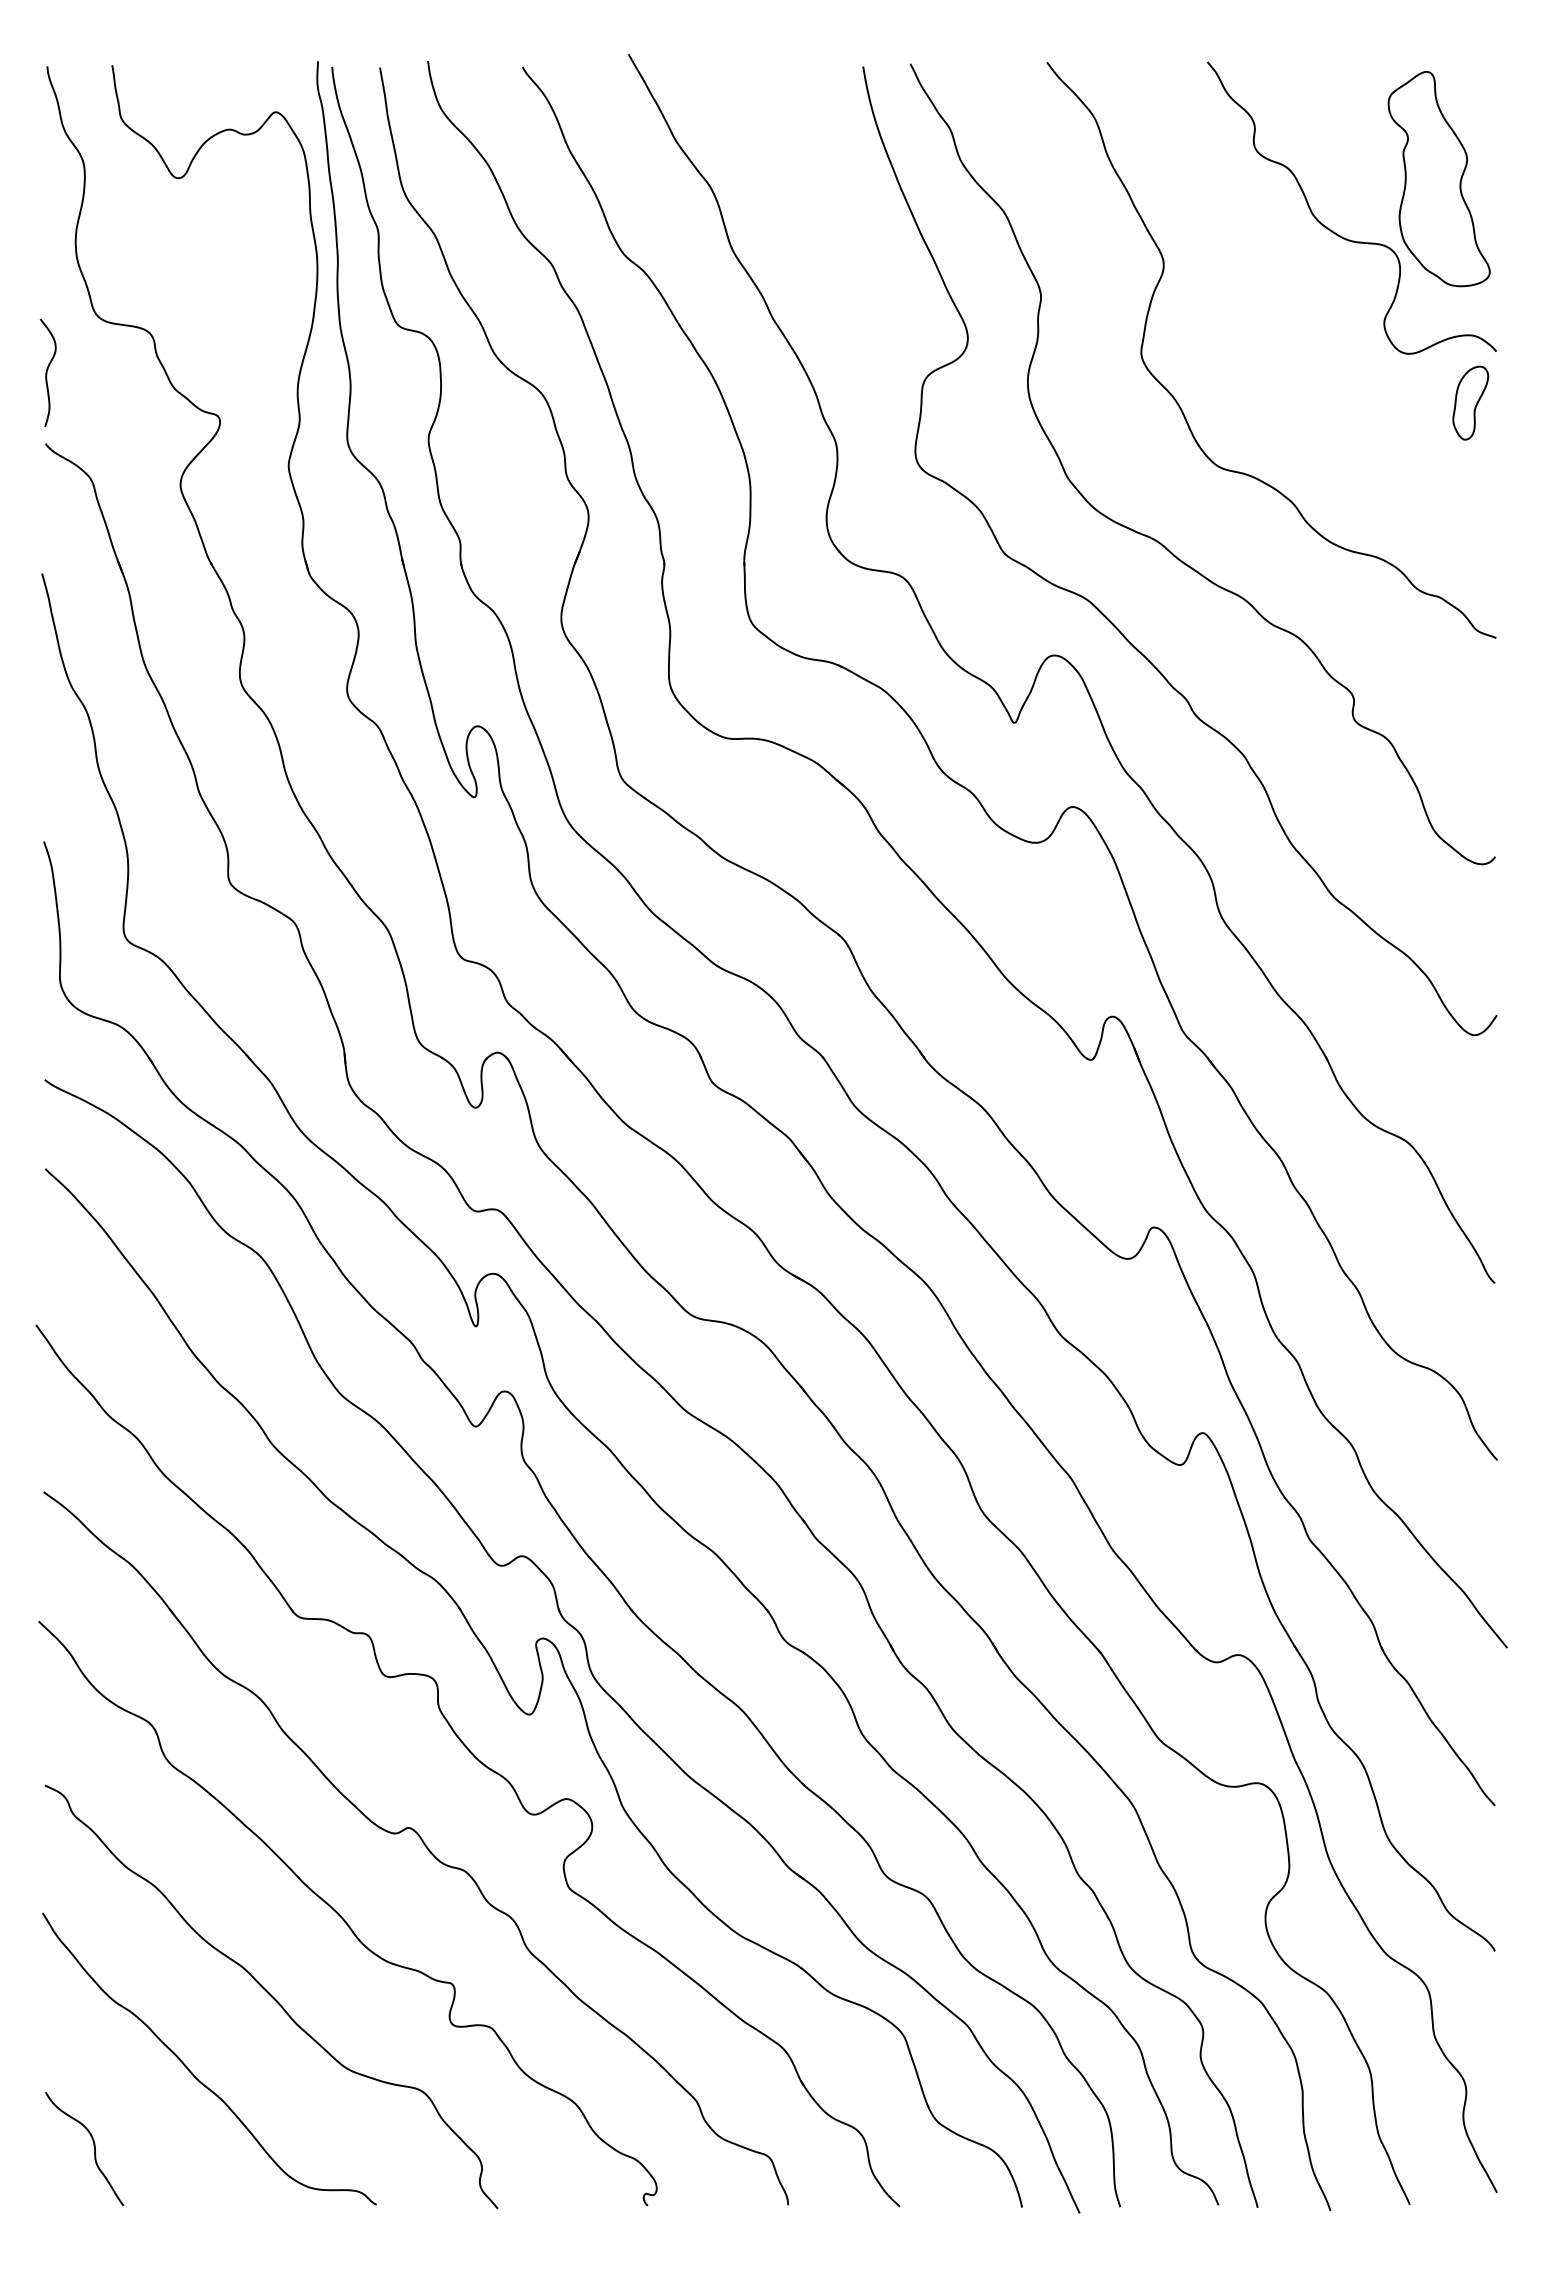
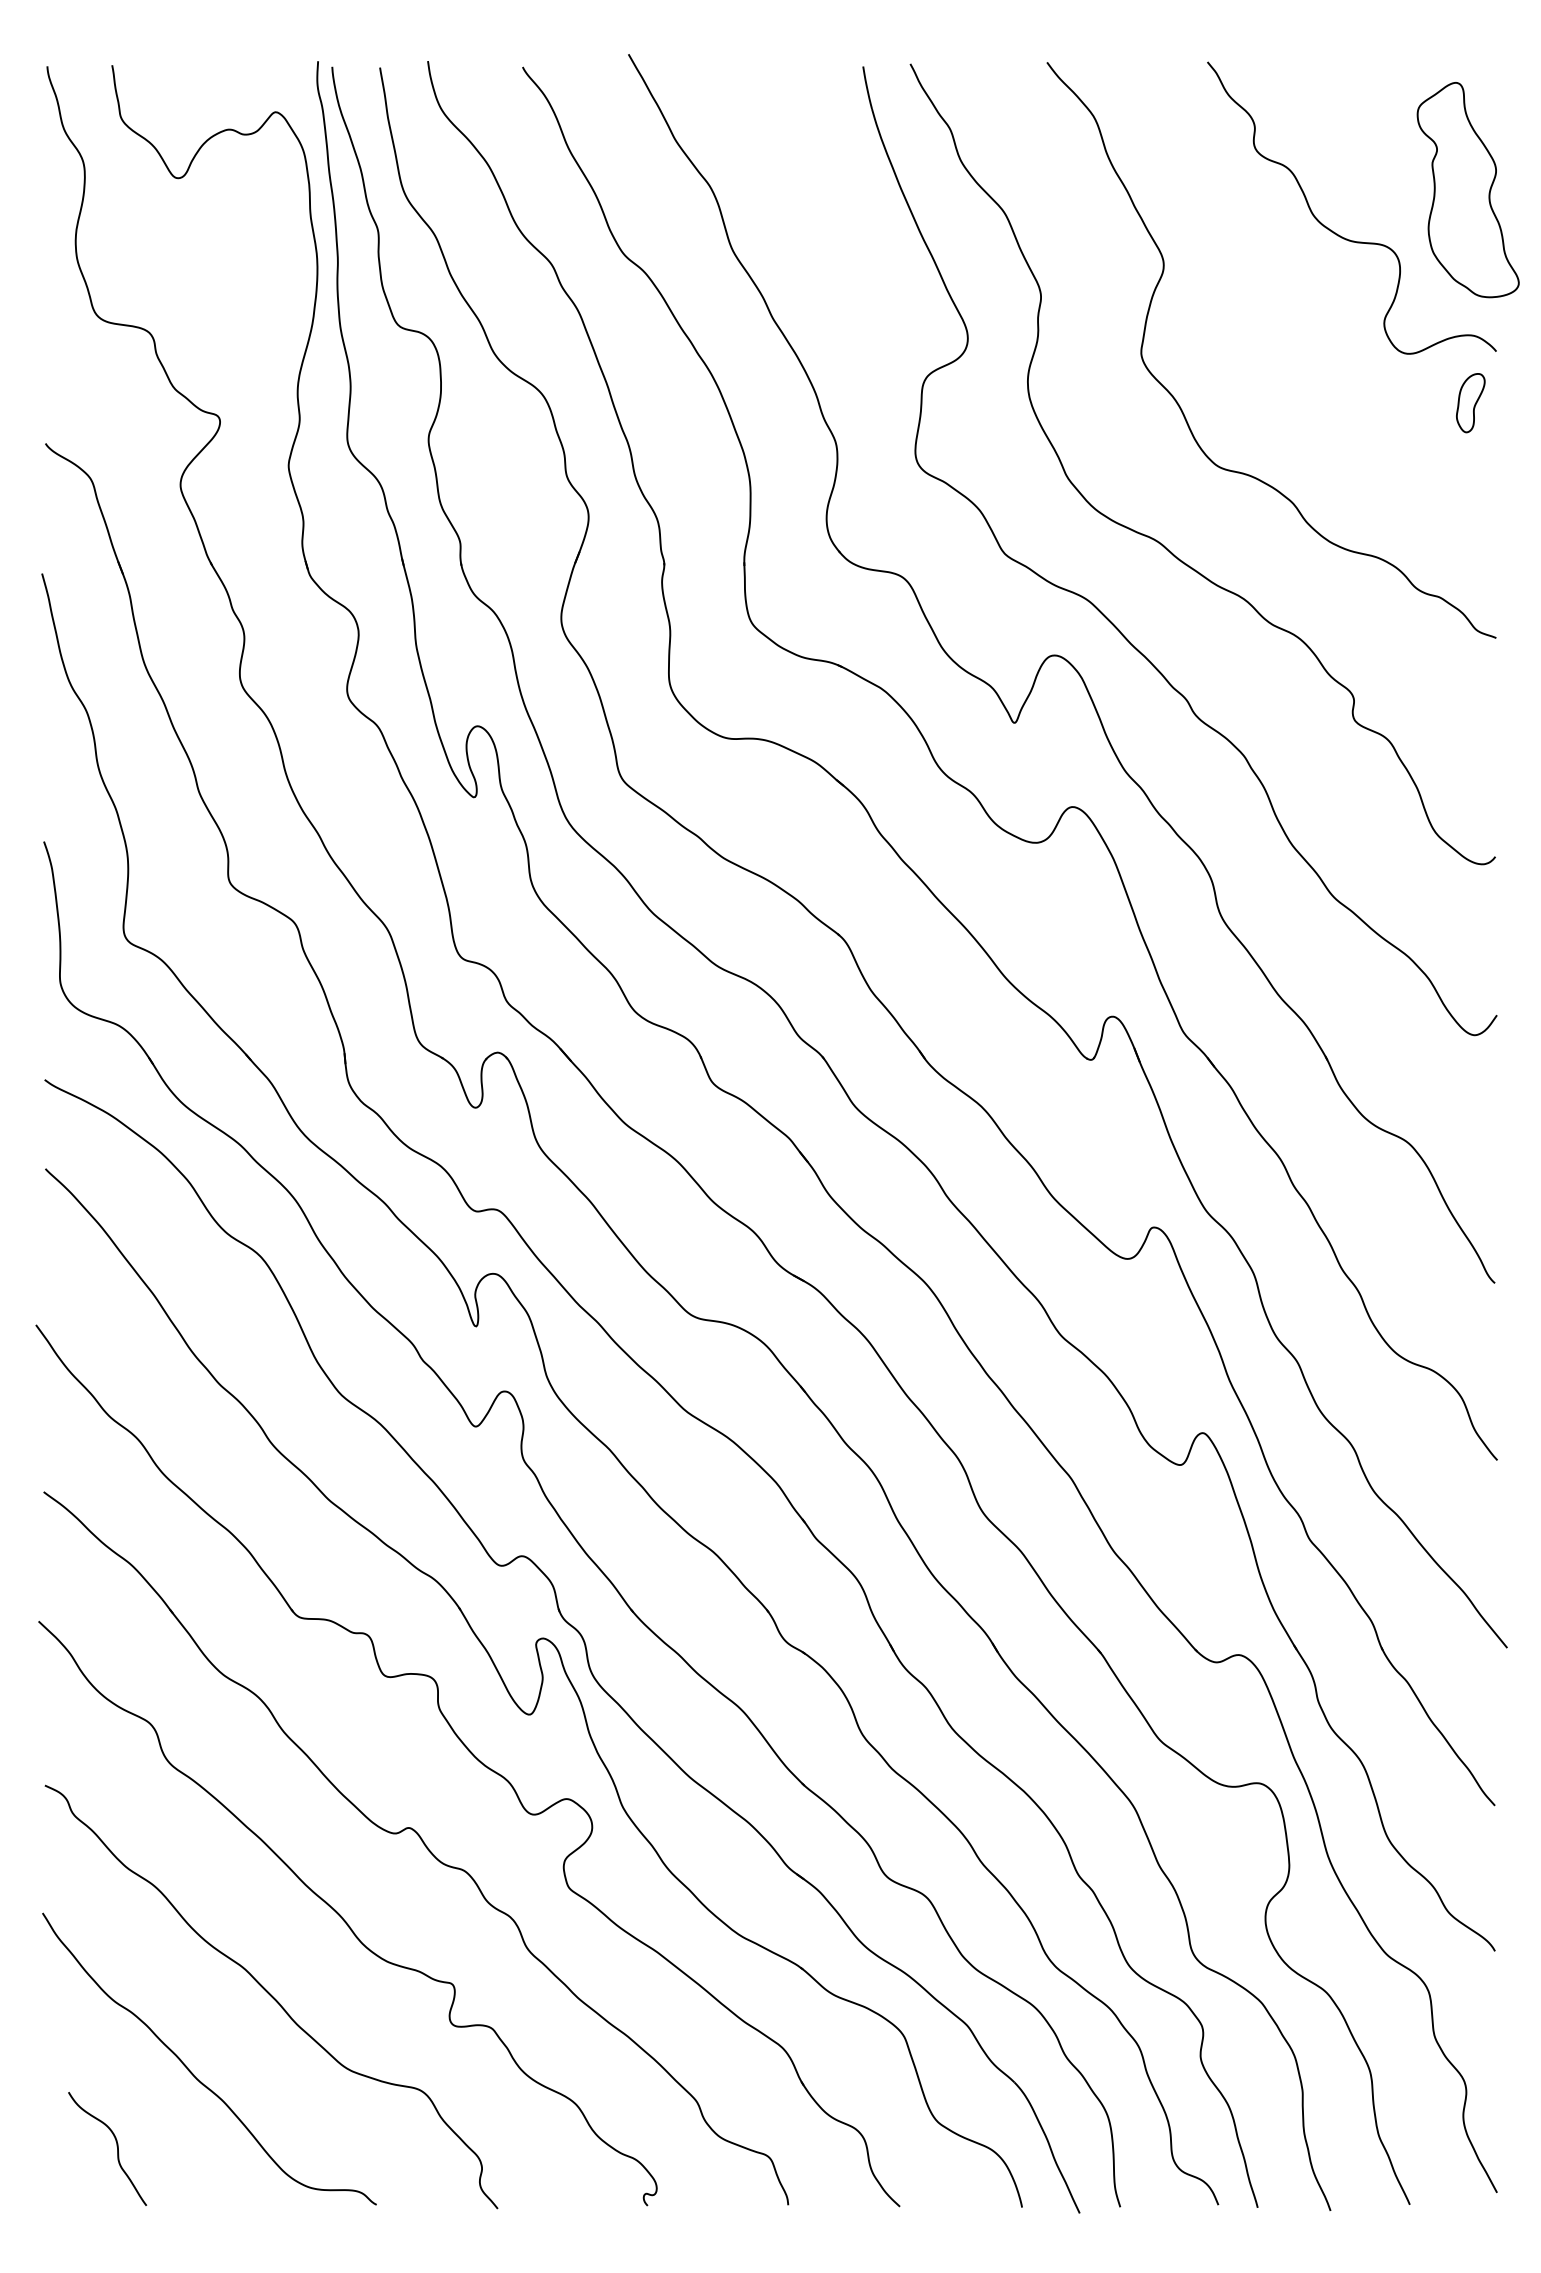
part at (1438, 179) position: (1438, 179) -> (1467, 190)
curve at (47, 372): present -> none
part at (1470, 402) size: 38x76 px -> 30x61 px
curve at (93, 2146) position: (93, 2146) -> (116, 2146)
